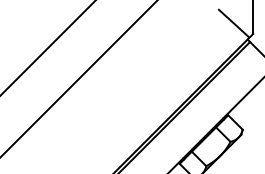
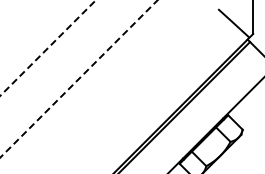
line at (48, 47): solid -> dashed
line at (79, 78): solid -> dashed
